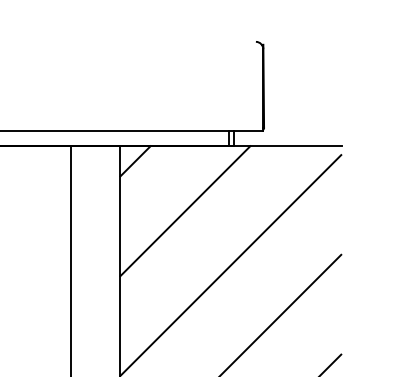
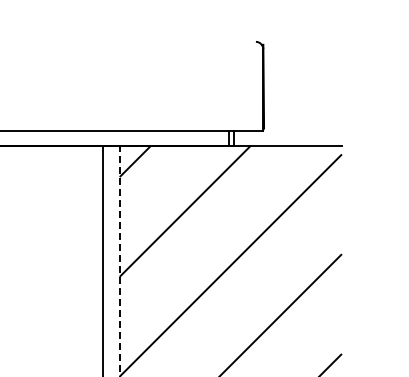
line at (70, 259) position: (70, 259) -> (102, 259)
line at (119, 260): solid -> dashed
